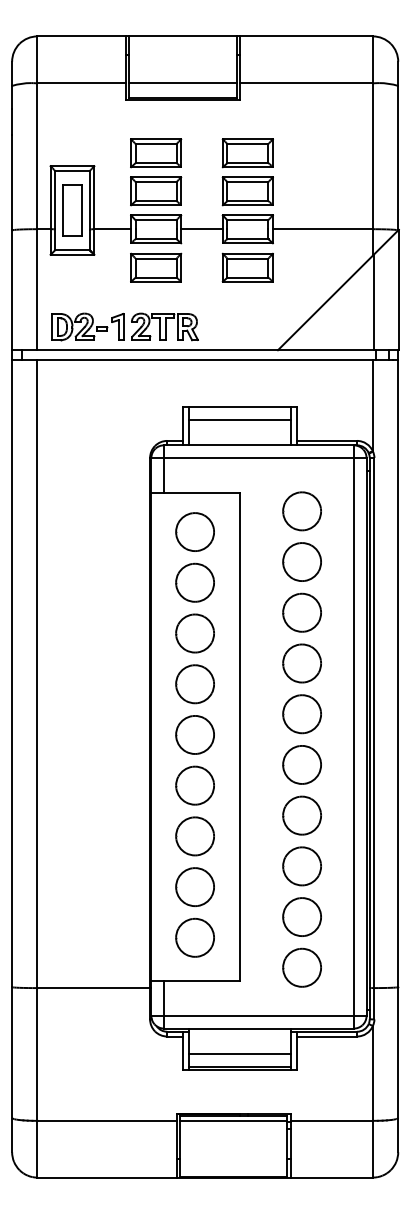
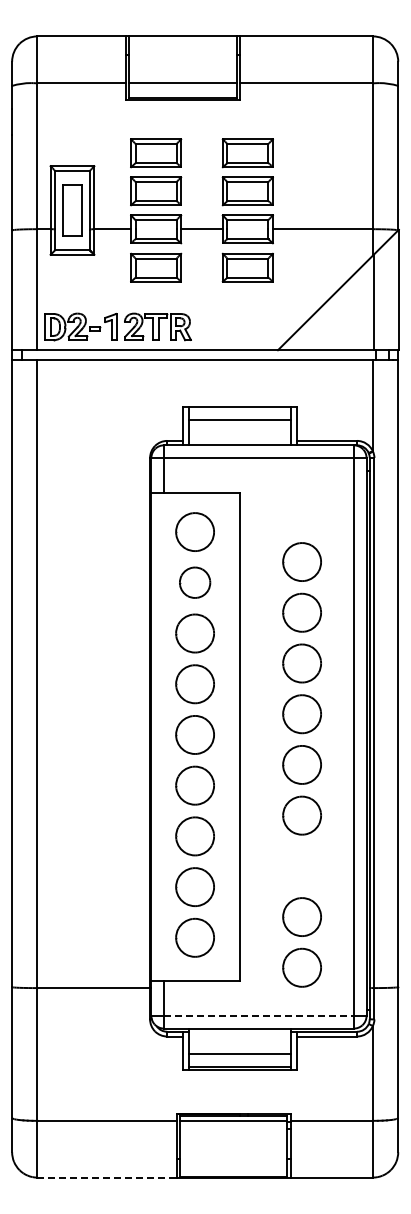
part at (124, 326) position: (124, 326) -> (117, 326)
part at (301, 511): present -> none
part at (194, 582) size: 40x41 px -> 33x33 px
part at (301, 866): present -> none
line at (258, 1015): solid -> dashed
line at (107, 1177): solid -> dashed
